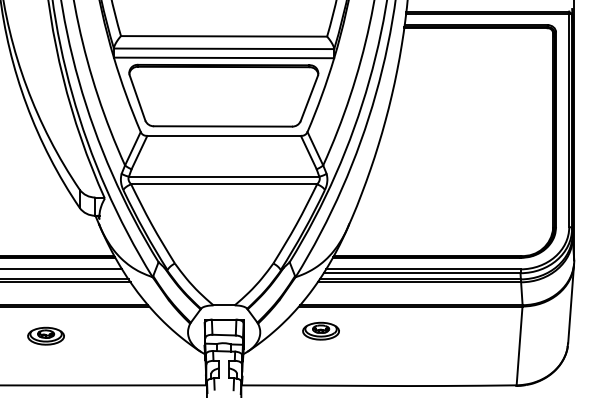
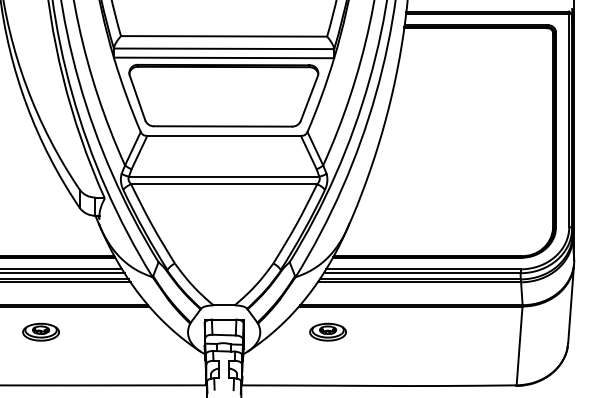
line at (63, 273): none -> present
part at (320, 330) position: (320, 330) -> (327, 331)
part at (45, 335) position: (45, 335) -> (40, 331)
